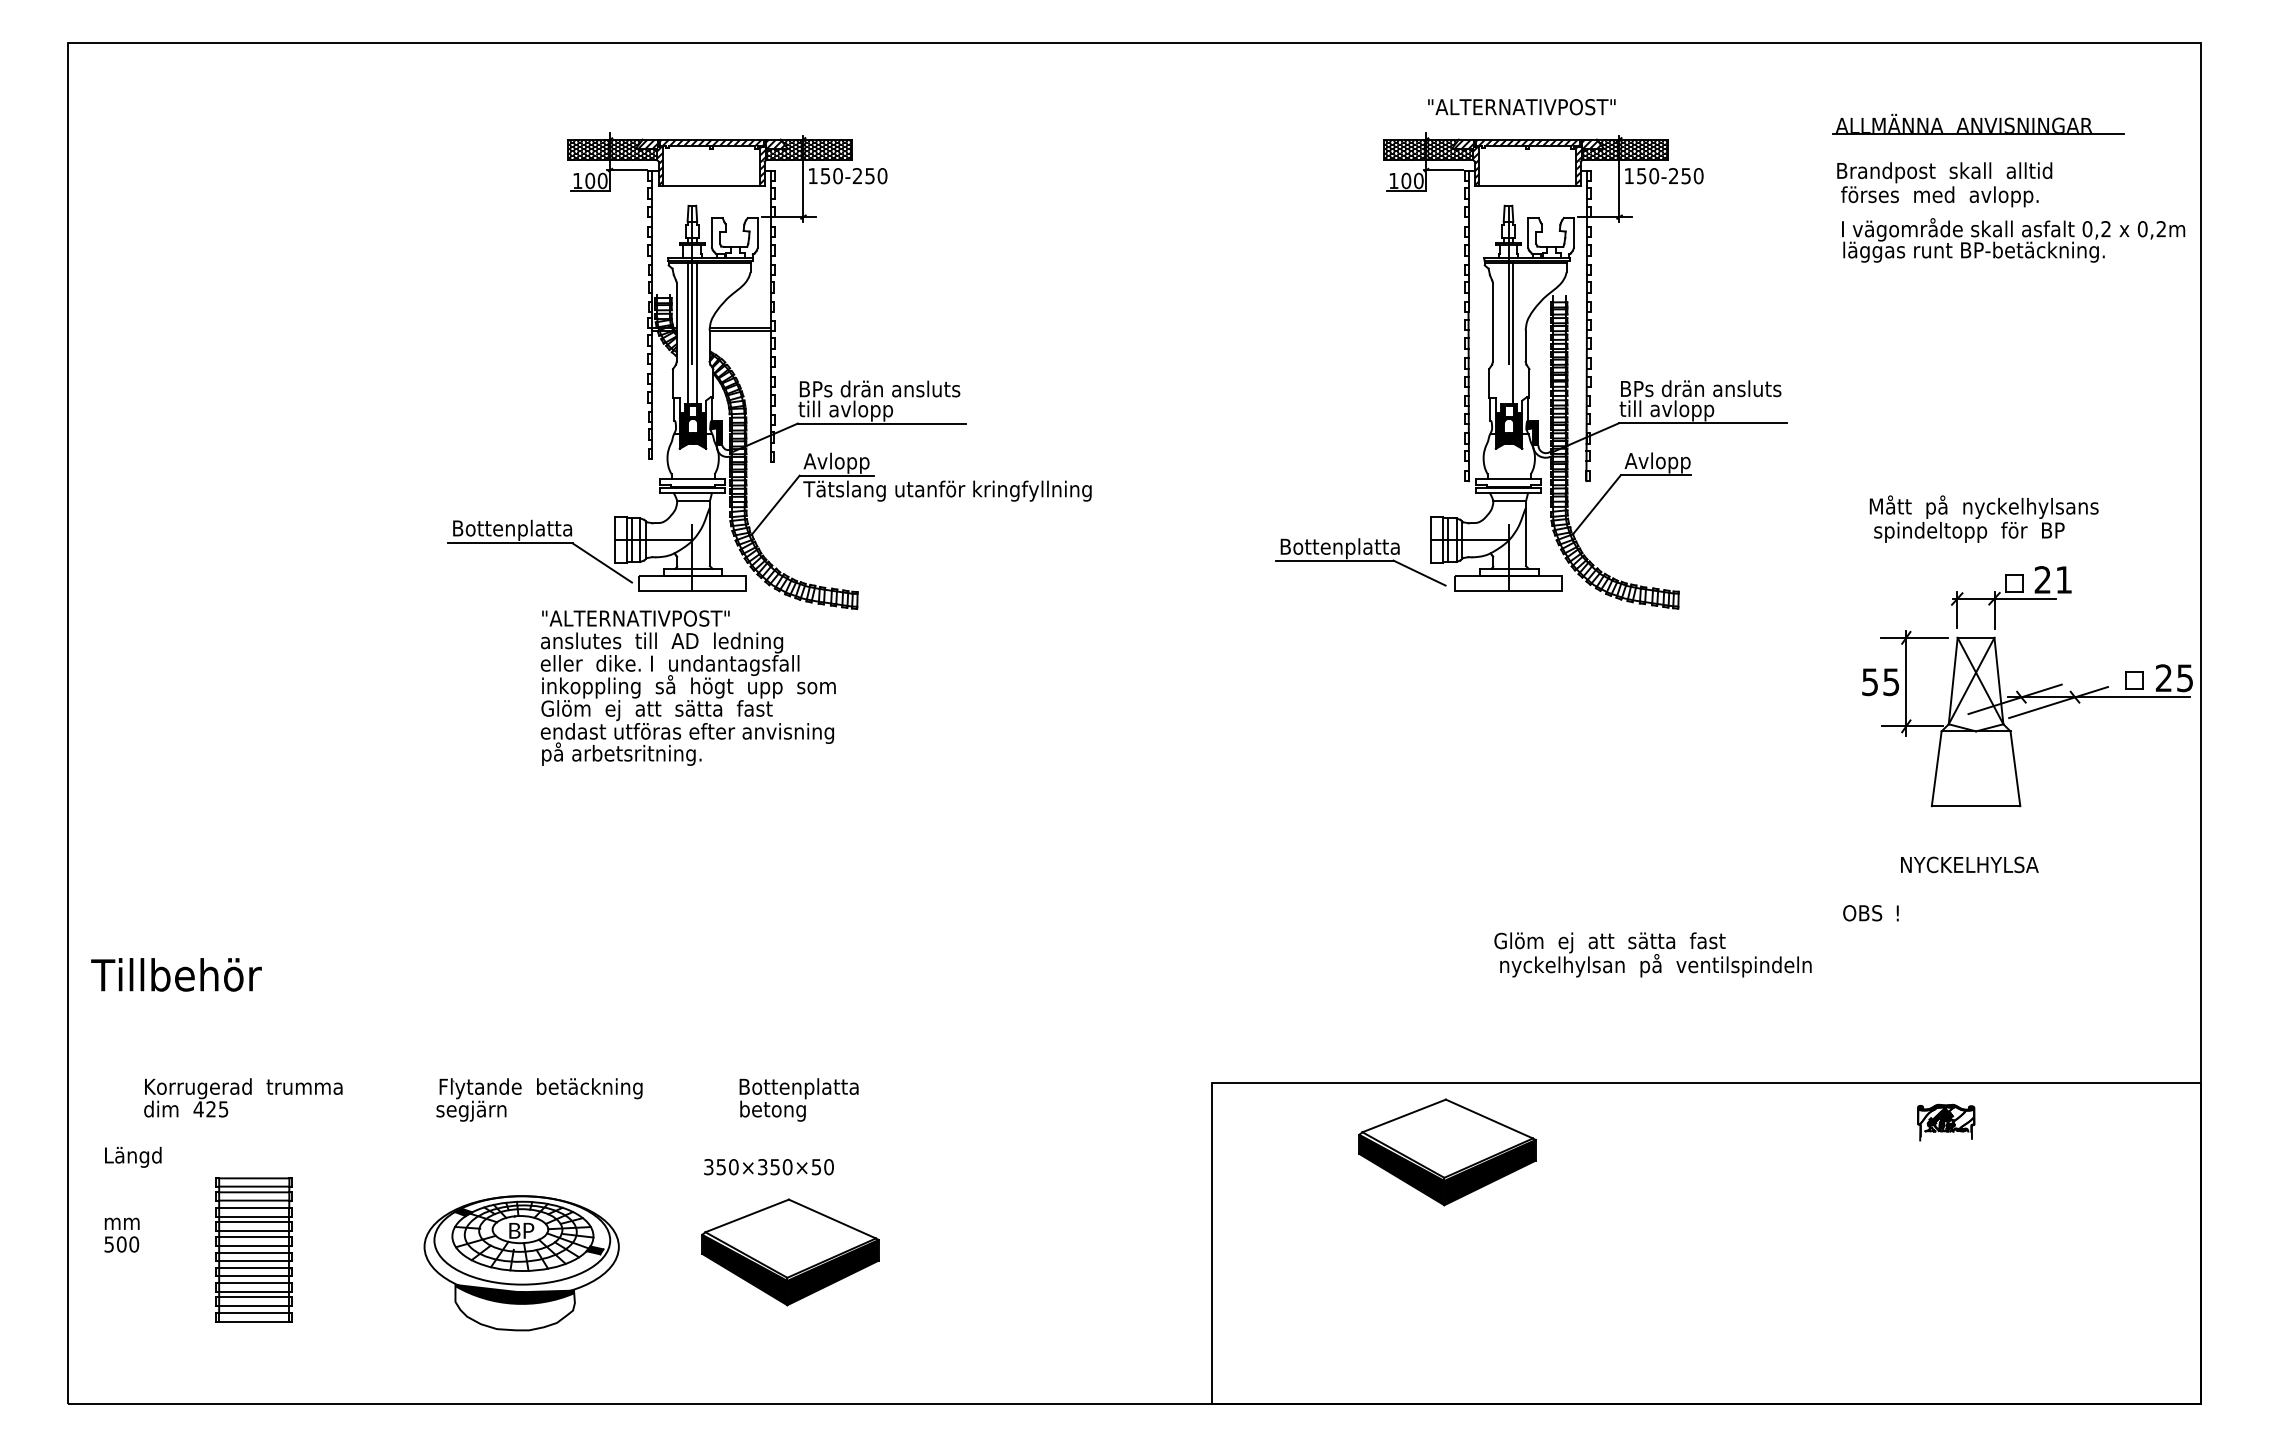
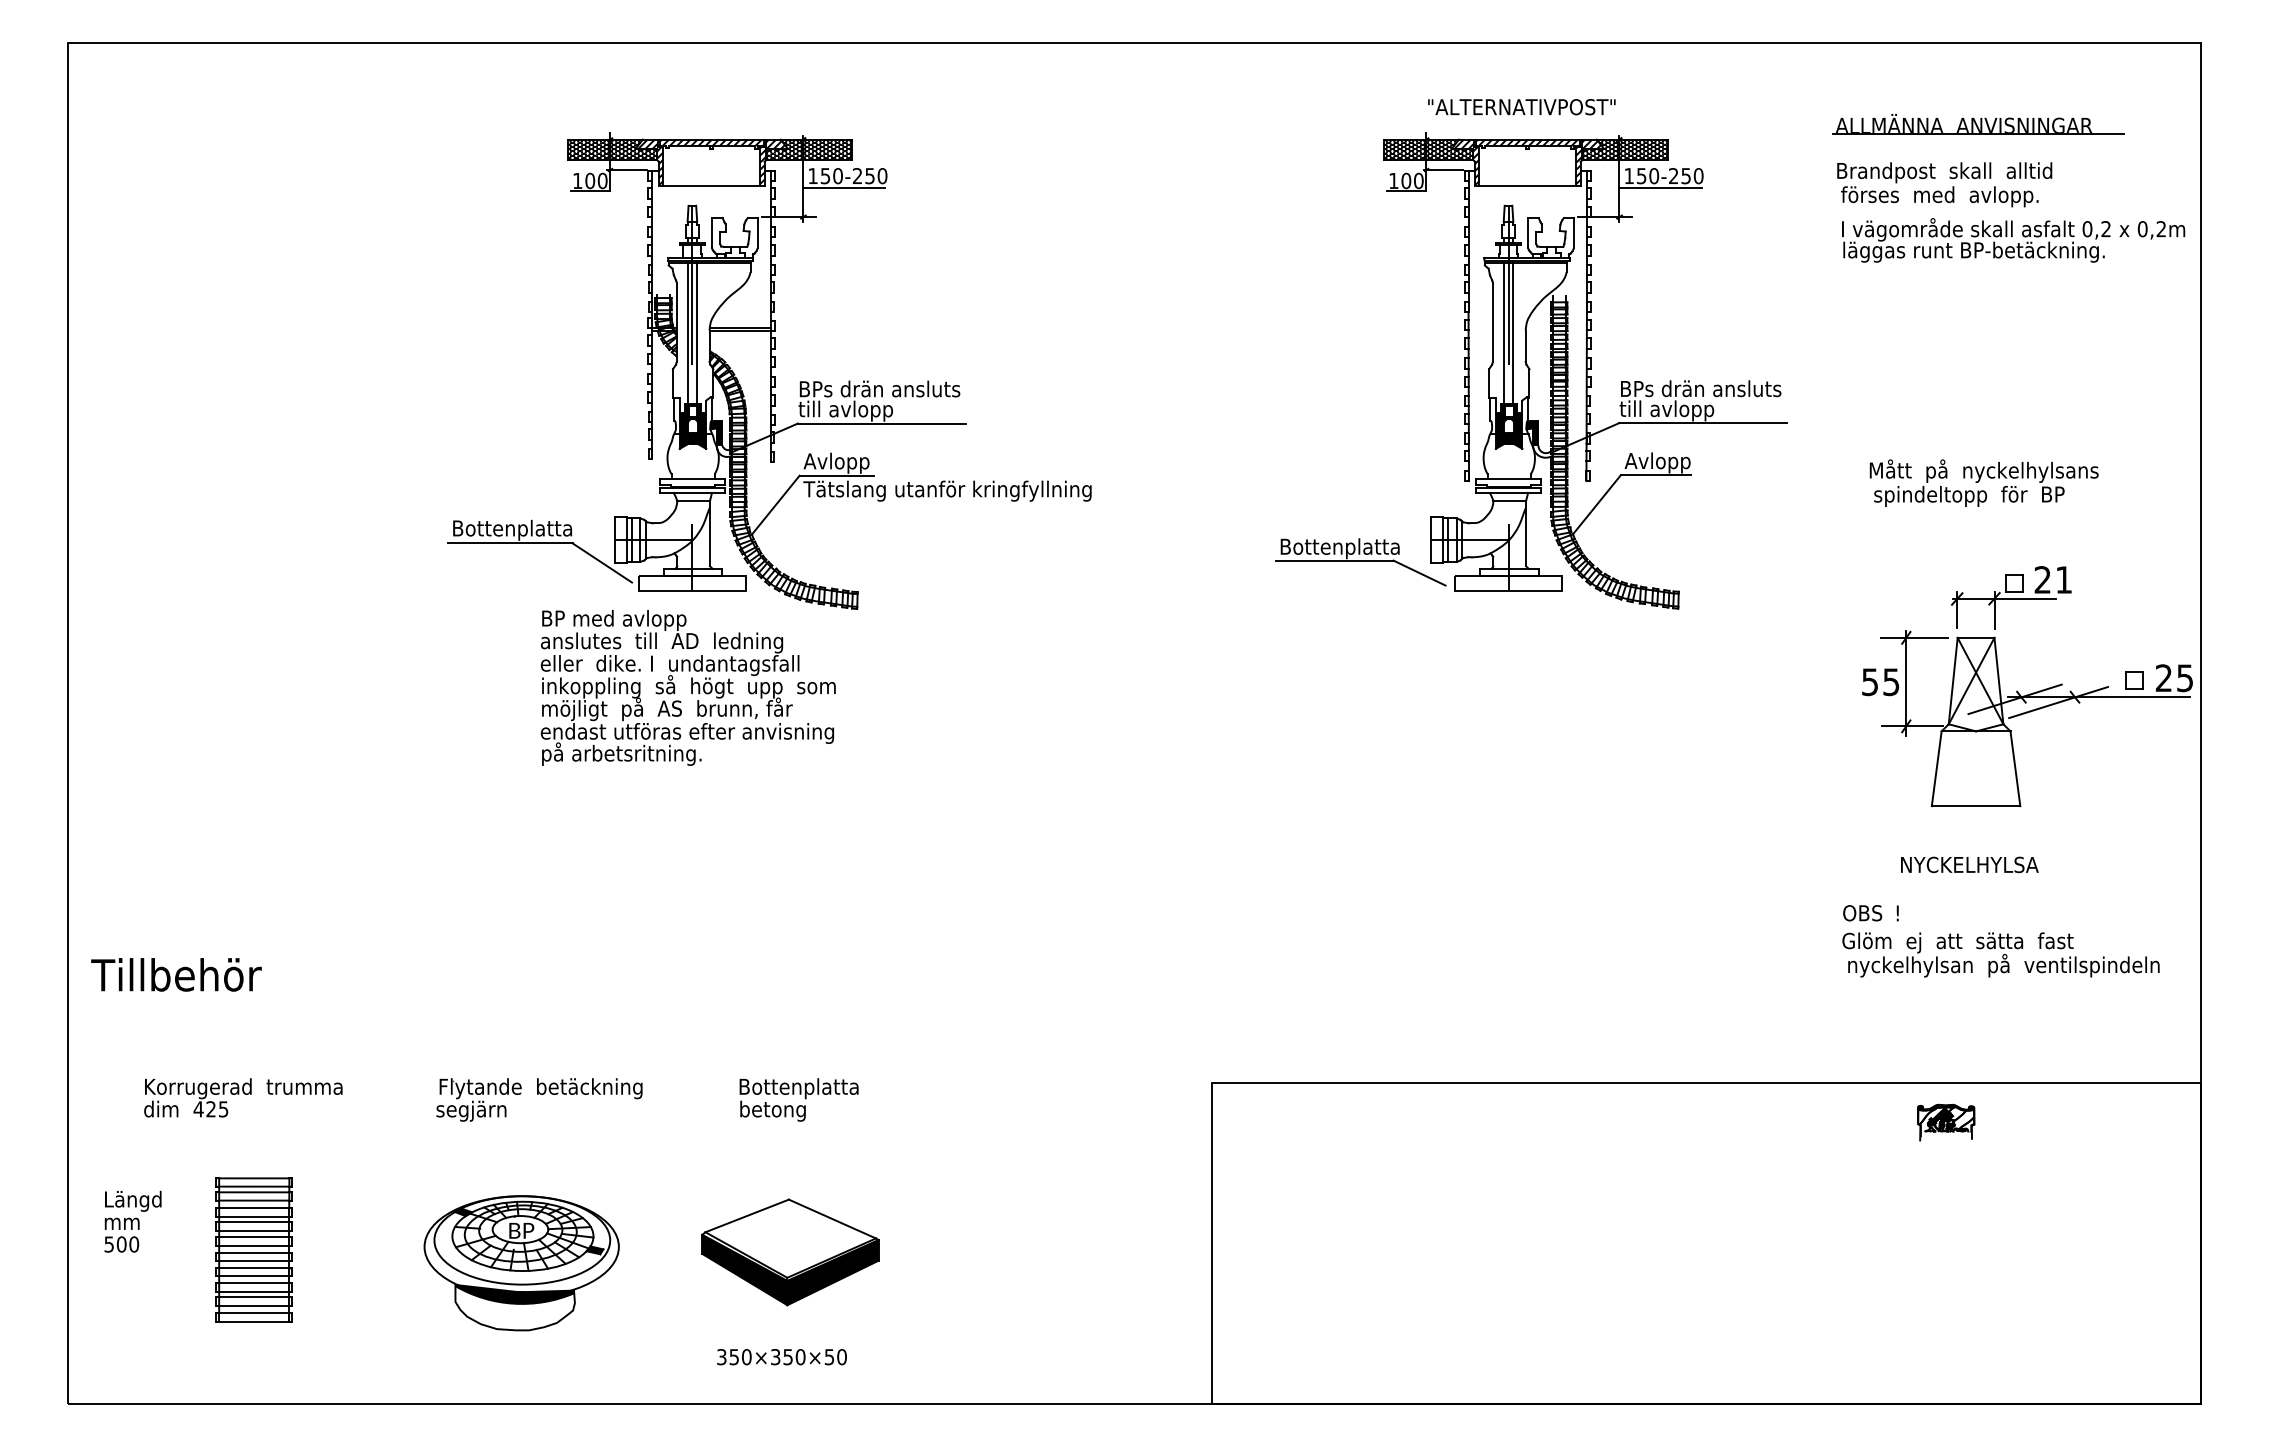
line at (844, 188): none -> present
line at (1660, 188): none -> present
line at (1504, 333): none -> present
text at (1983, 518) position: (1983, 518) -> (1983, 482)
text at (635, 620): "ALTERNATIVPOST" -> BP med avlopp
text at (666, 709): Glöm  ej  att  sätta  fast -> möjligt  på  AS  brunn, får
text at (1652, 954) position: (1652, 954) -> (2000, 954)
part at (1447, 1152): present -> none
text at (133, 1156) position: (133, 1156) -> (133, 1200)
text at (768, 1167) position: (768, 1167) -> (781, 1357)
